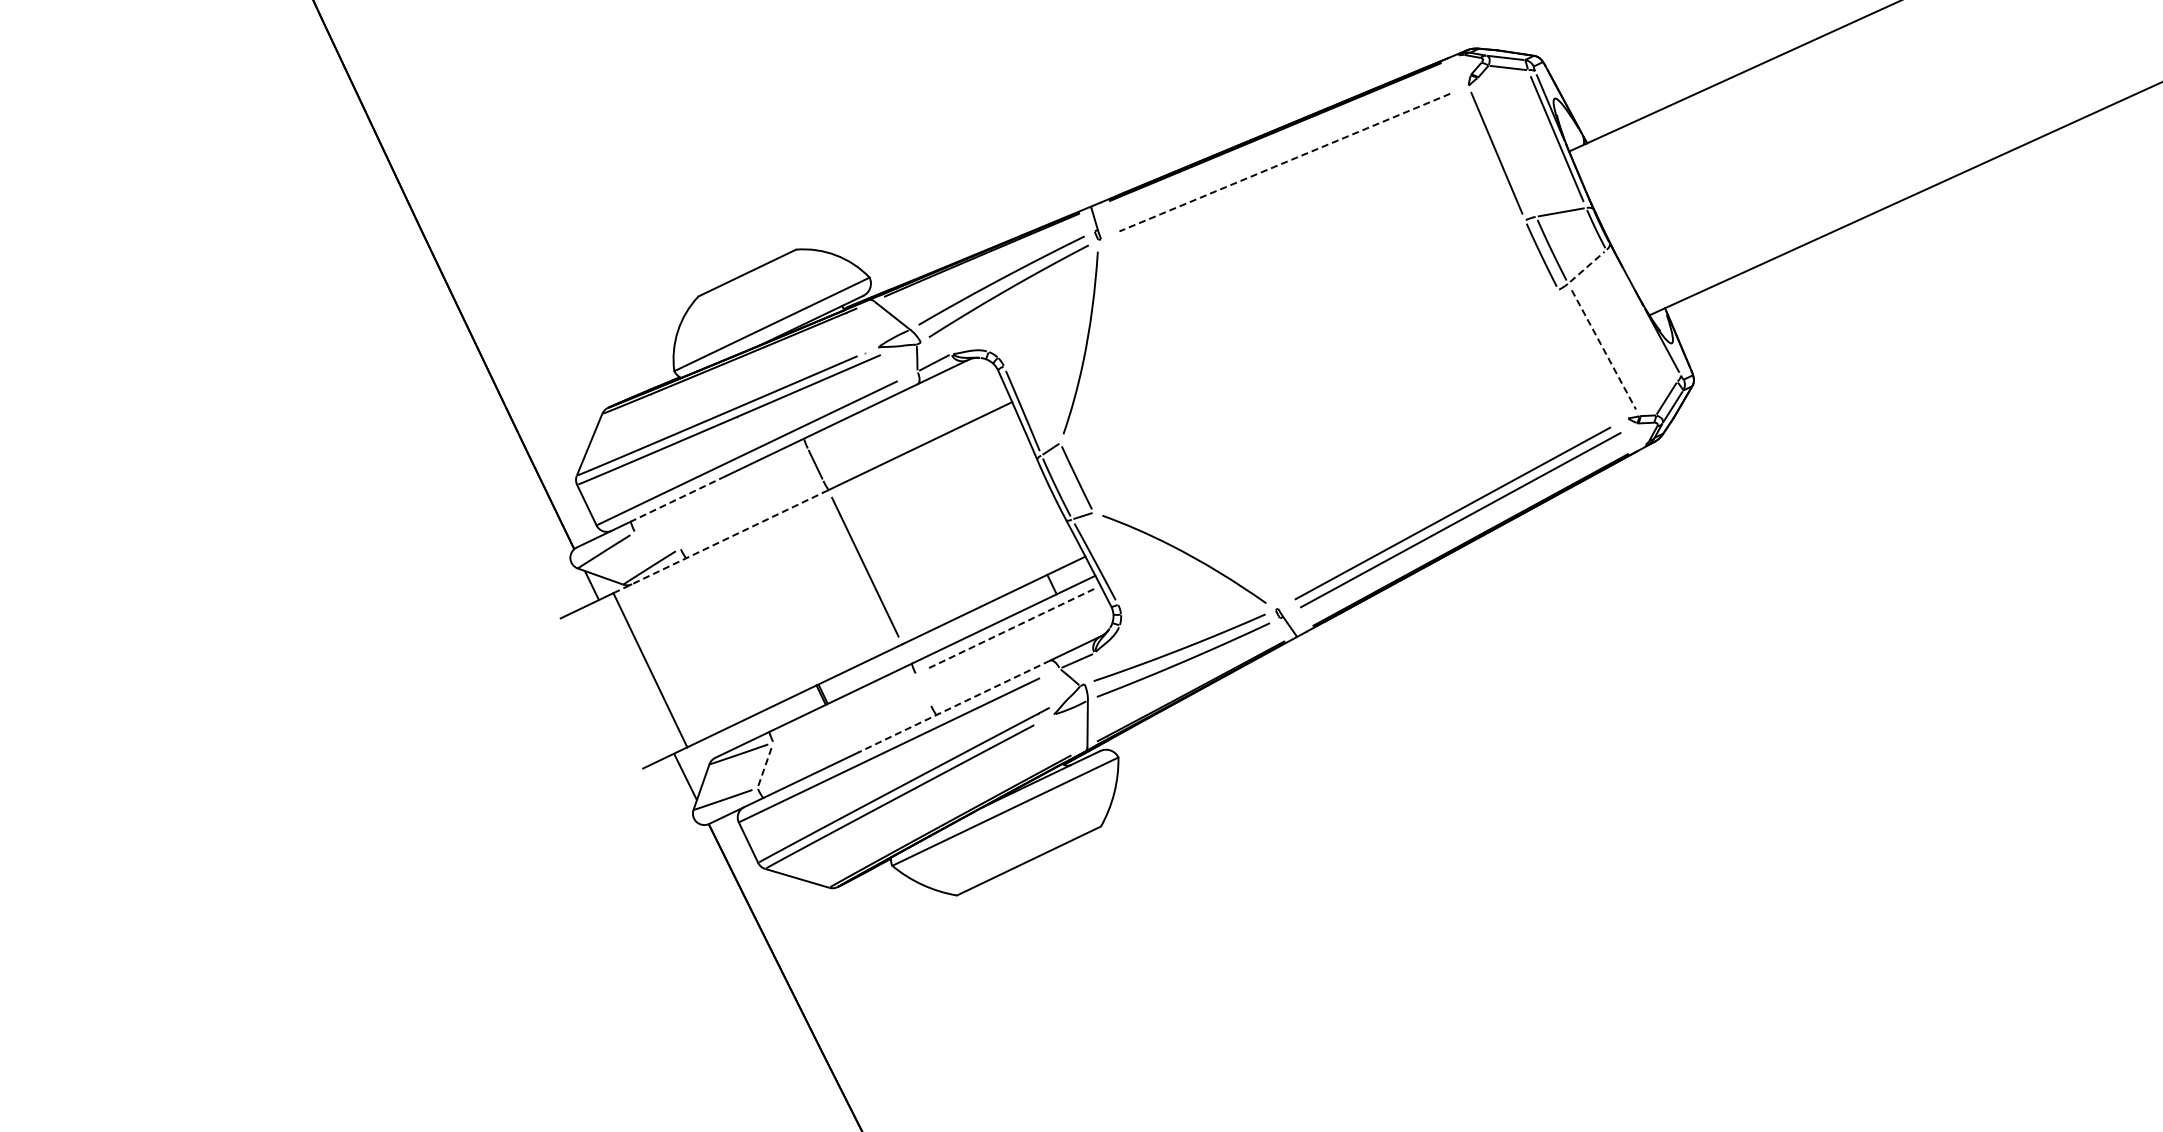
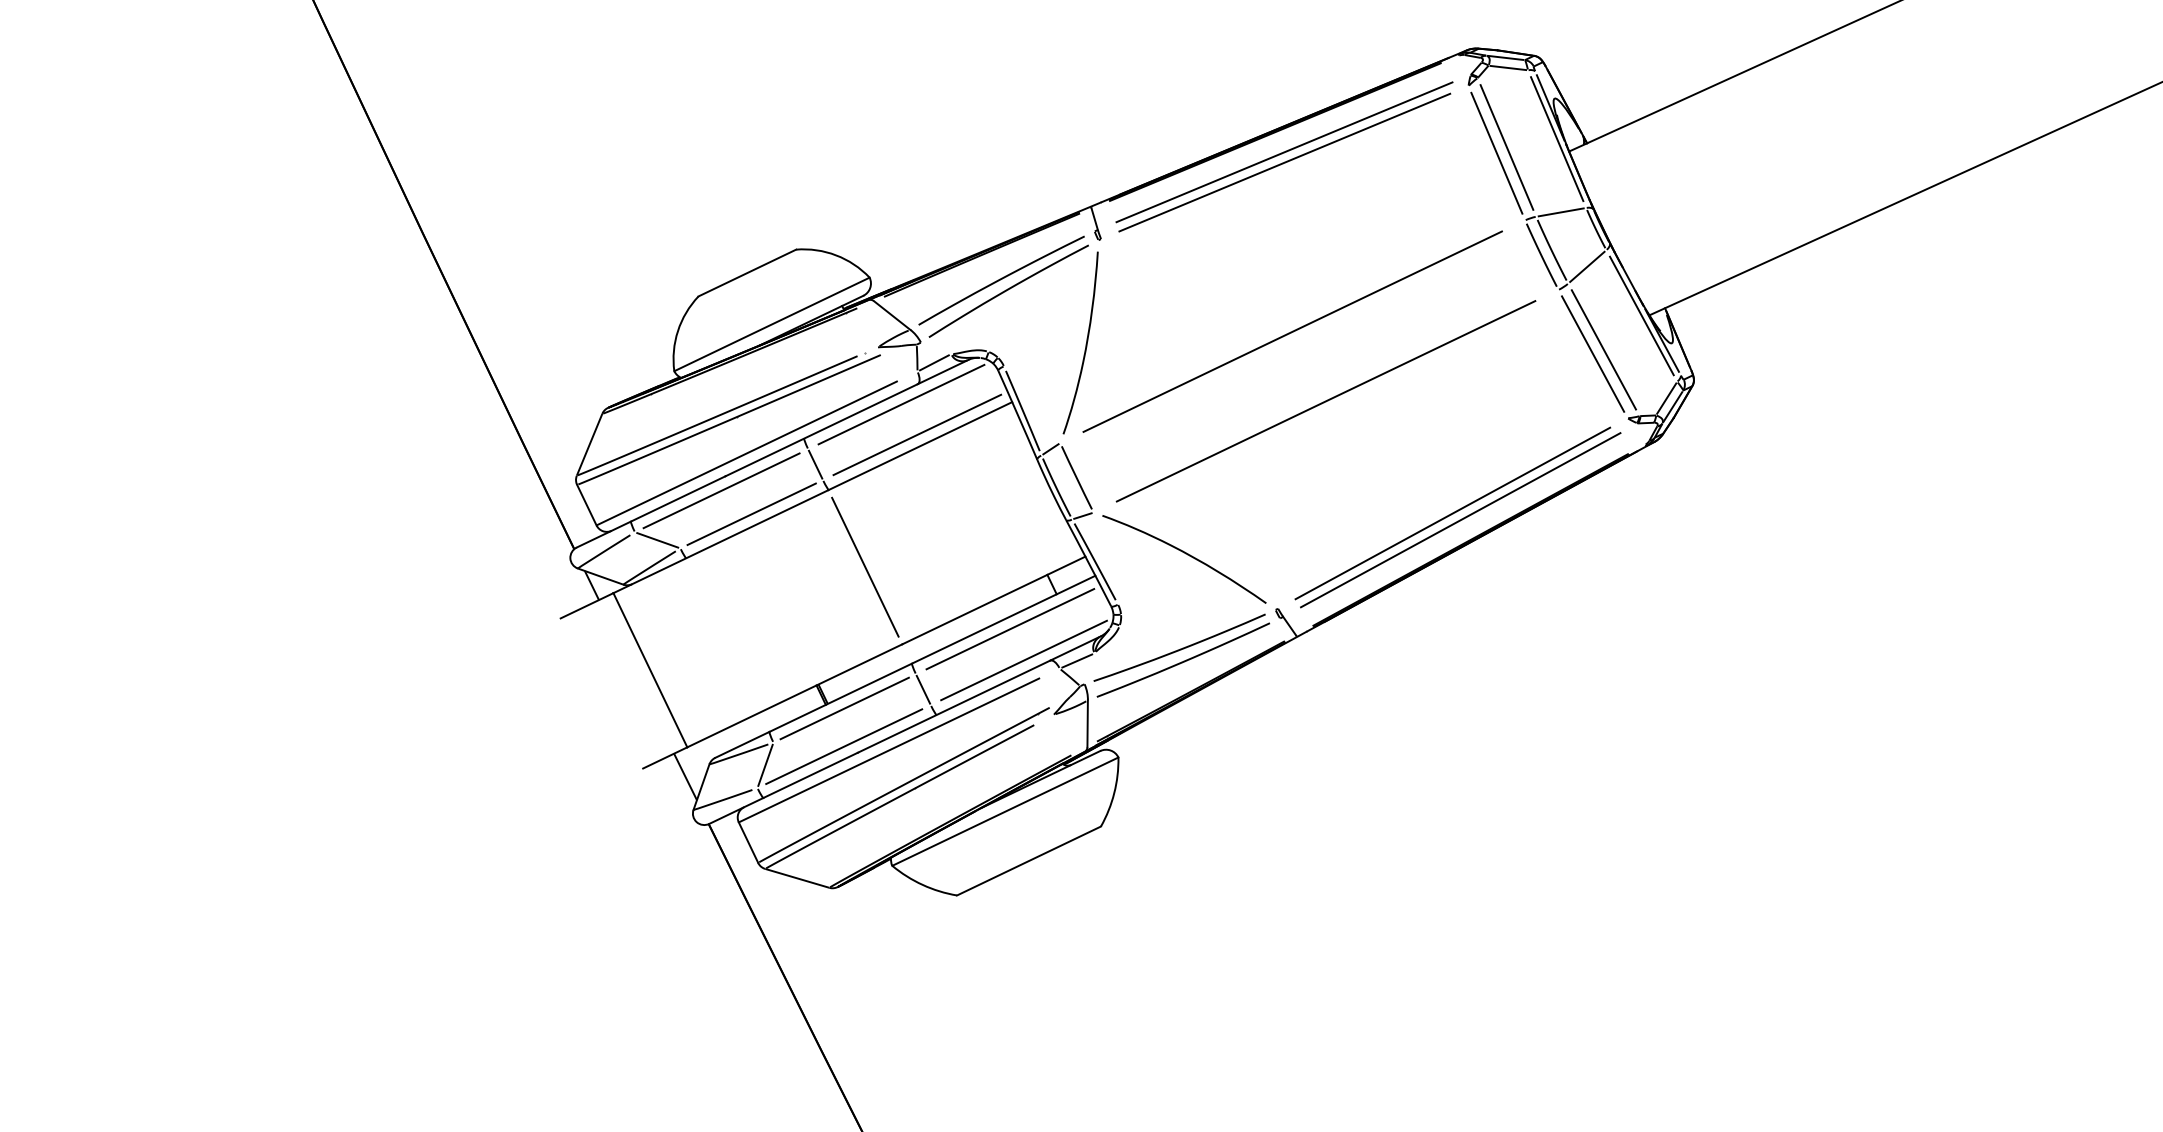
line at (1506, 147): none -> present
line at (1284, 152): none -> present
line at (1284, 162): dashed -> solid
line at (1587, 266): dashed -> solid
line at (1641, 315): none -> present
line at (1292, 331): none -> present
line at (1603, 349): dashed -> solid
line at (1592, 353): none -> present
line at (1325, 401): none -> present
line at (901, 404): none -> present
line at (917, 434): none -> present
line at (721, 490): none -> present
line at (677, 499): dashed -> solid
line at (751, 514): none -> present
line at (657, 540): none -> present
line at (721, 541): dashed -> solid
line at (1010, 629): dashed -> solid
line at (1023, 660): none -> present
line at (923, 689): none -> present
line at (954, 706): dashed -> solid
line at (844, 708): none -> present
line at (844, 746): none -> present
line at (765, 765): dashed -> solid
